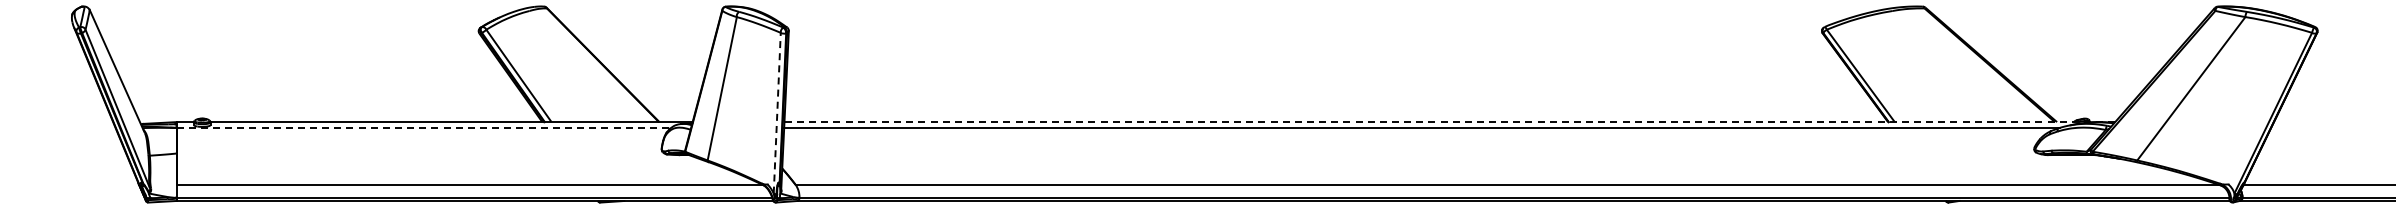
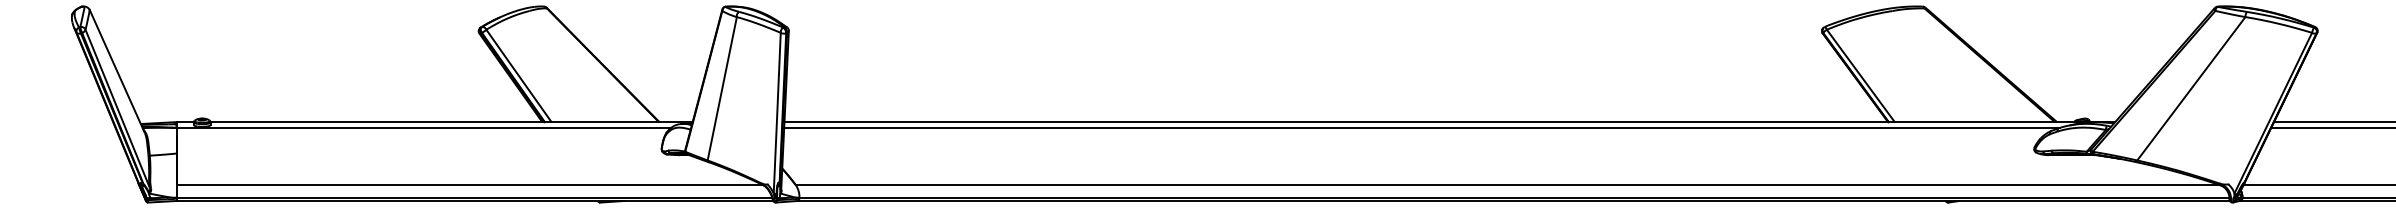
line at (777, 112): dashed -> solid
line at (1449, 122): dashed -> solid
line at (2332, 122): none -> present
line at (424, 127): dashed -> solid
line at (2331, 127): none -> present
